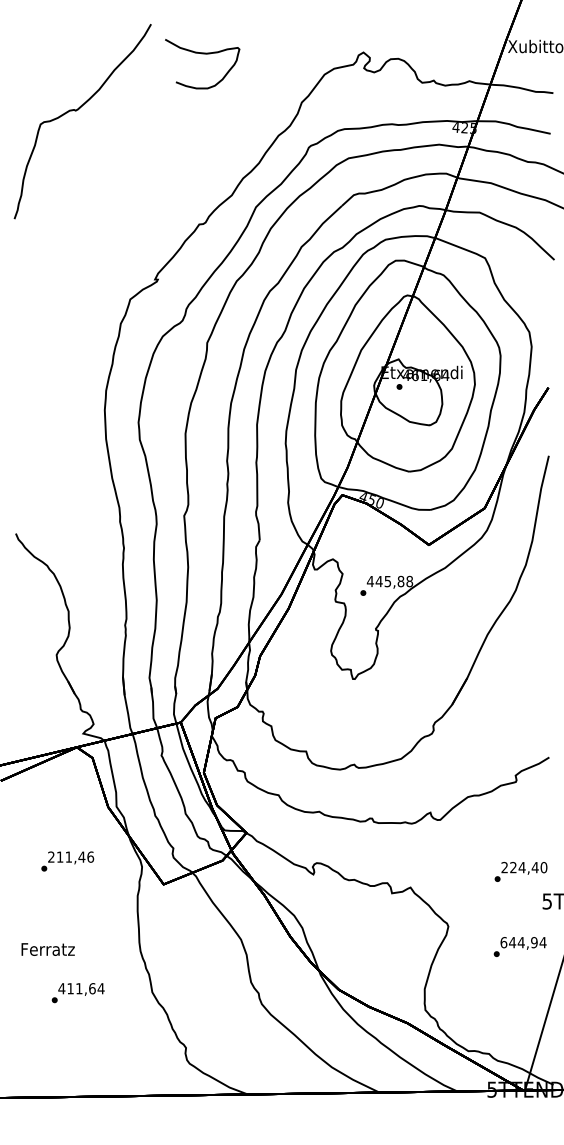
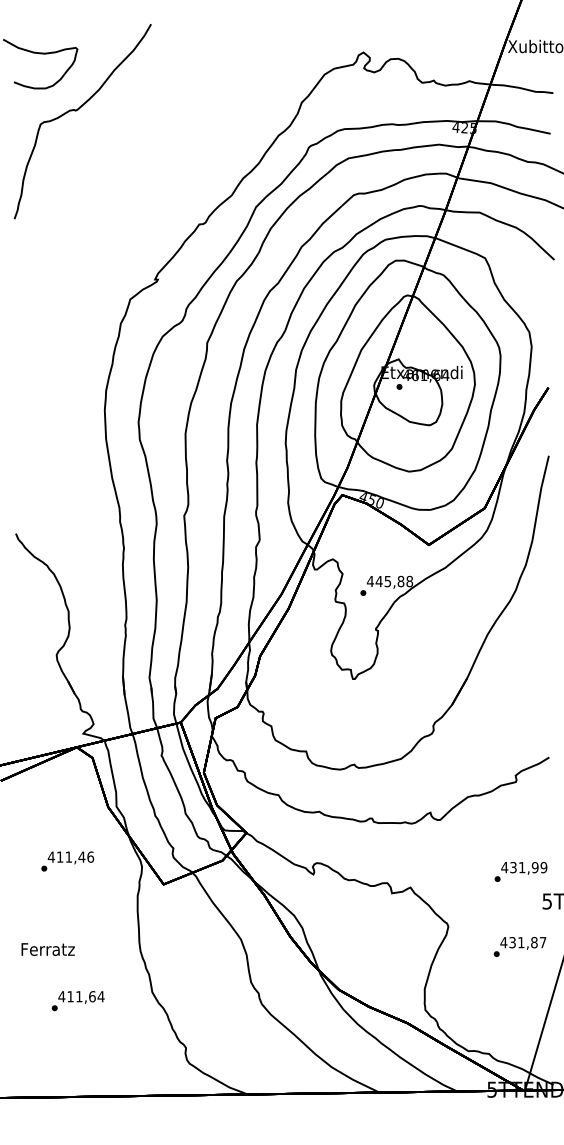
curve at (202, 54) position: (202, 54) -> (40, 54)
text at (50, 856): 211,46 -> 411,46
text at (524, 867): 224,40 -> 431,99
text at (523, 942): 644,94 -> 431,87
text at (77, 993) position: (77, 993) -> (77, 1001)
